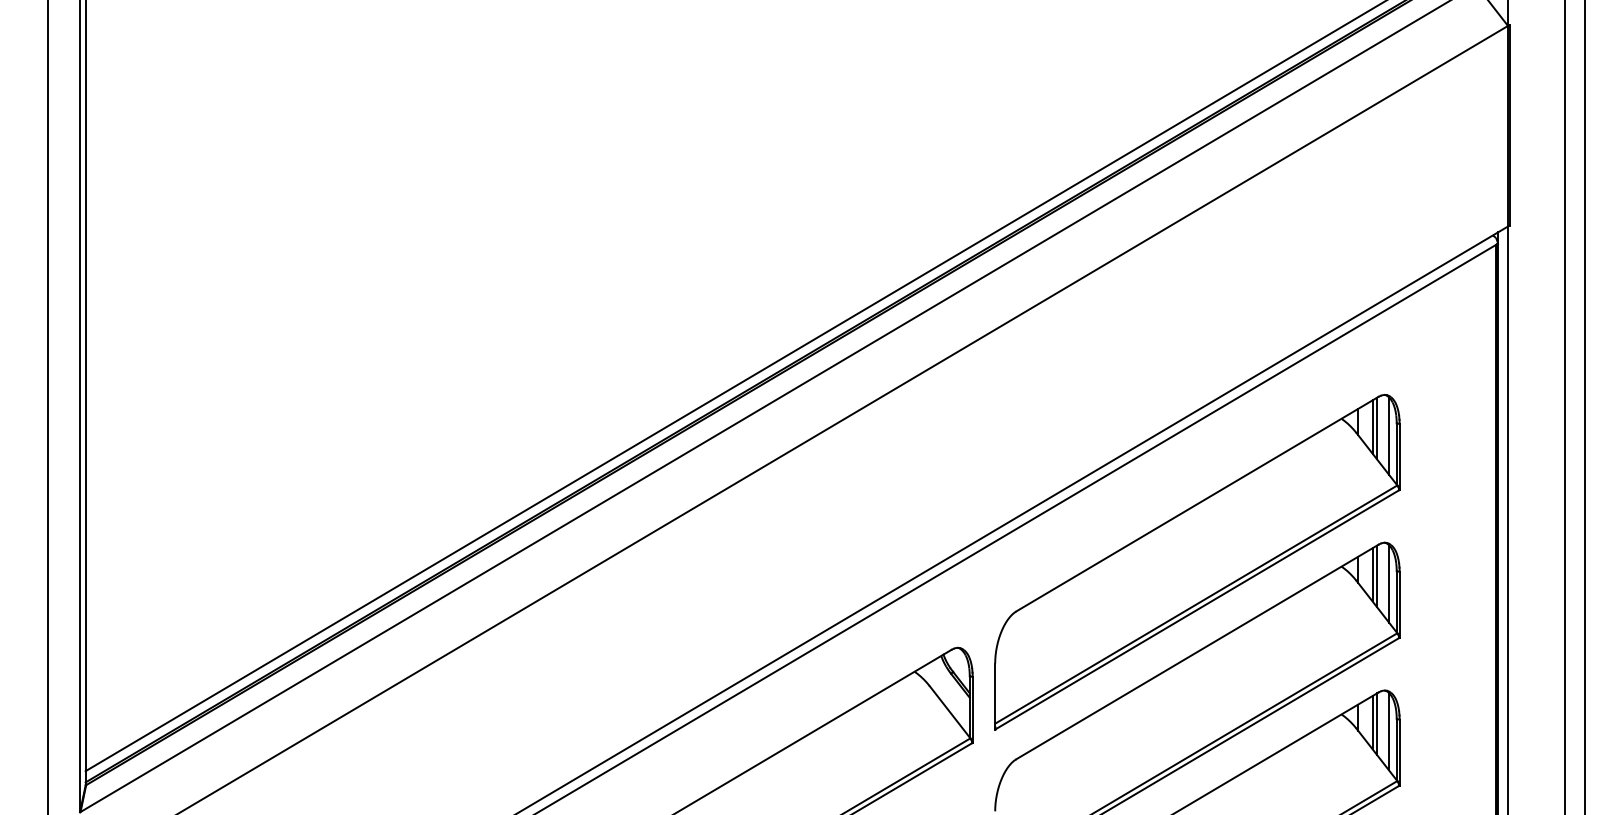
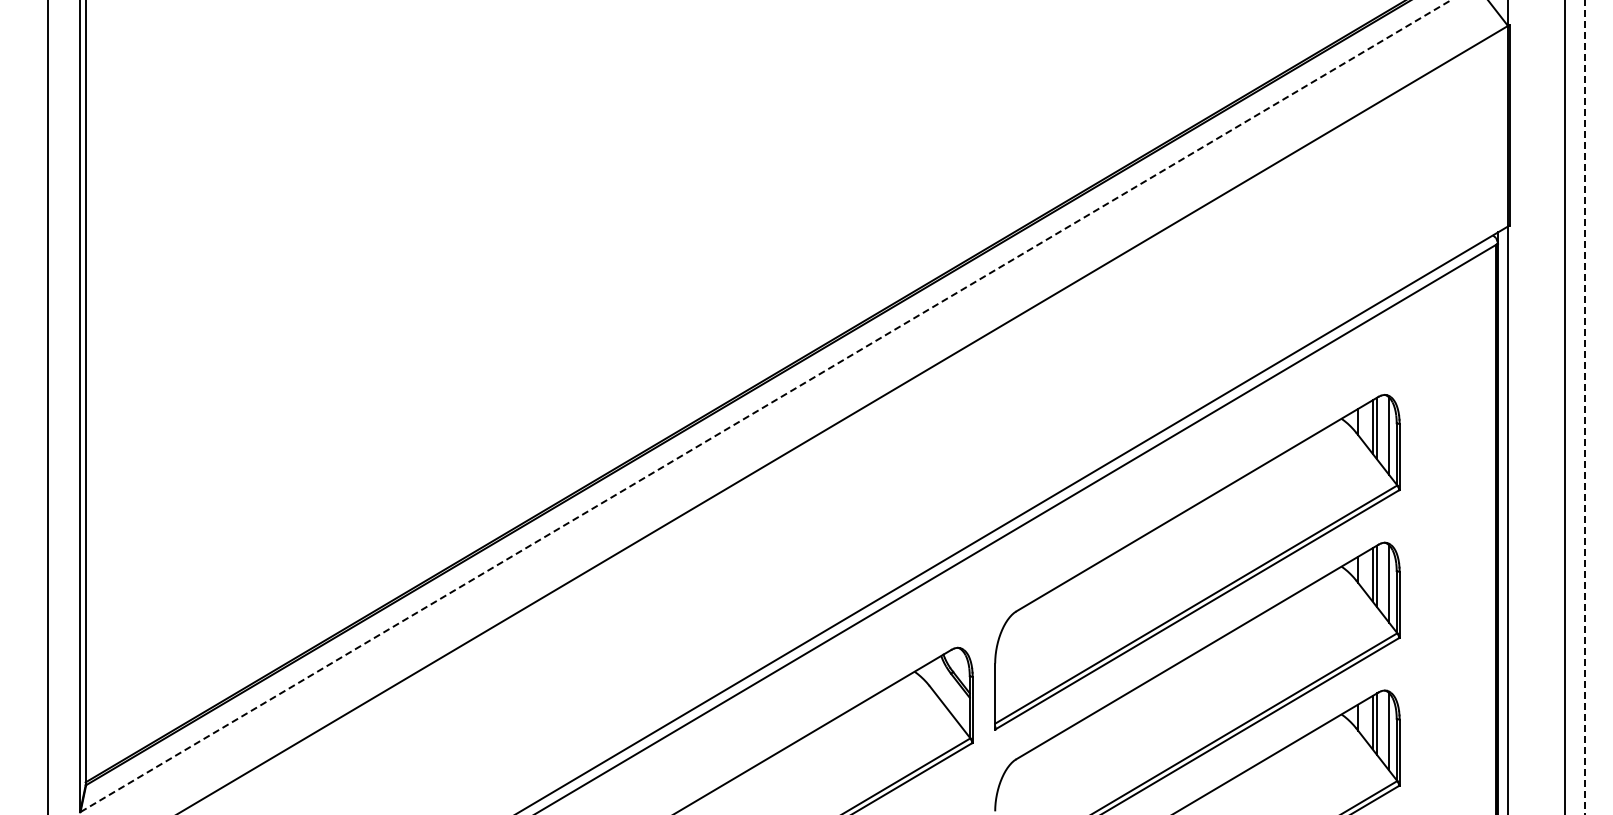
line at (734, 386): present -> none
line at (765, 406): solid -> dashed
line at (1584, 406): solid -> dashed
